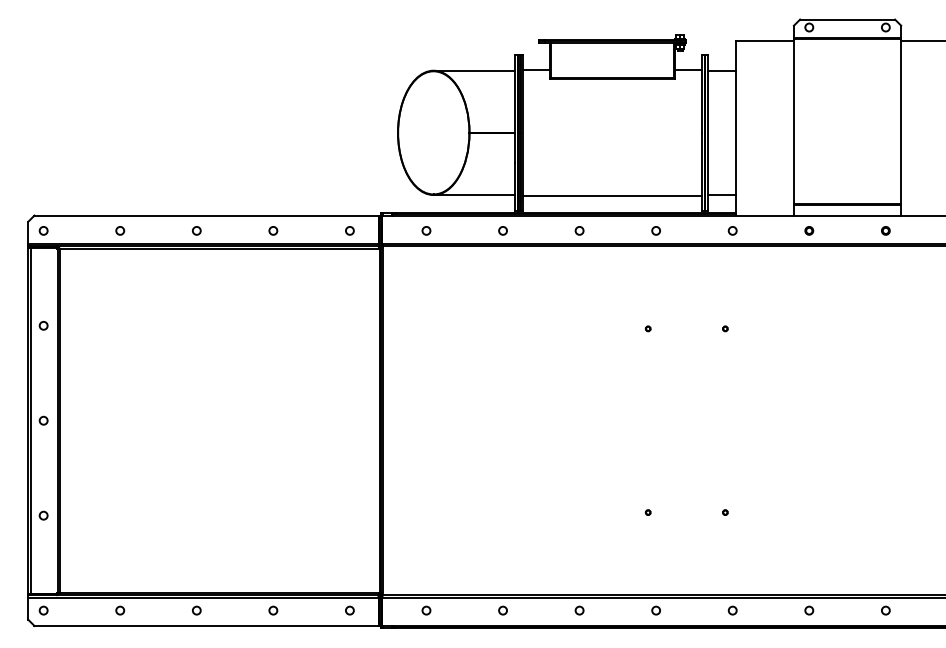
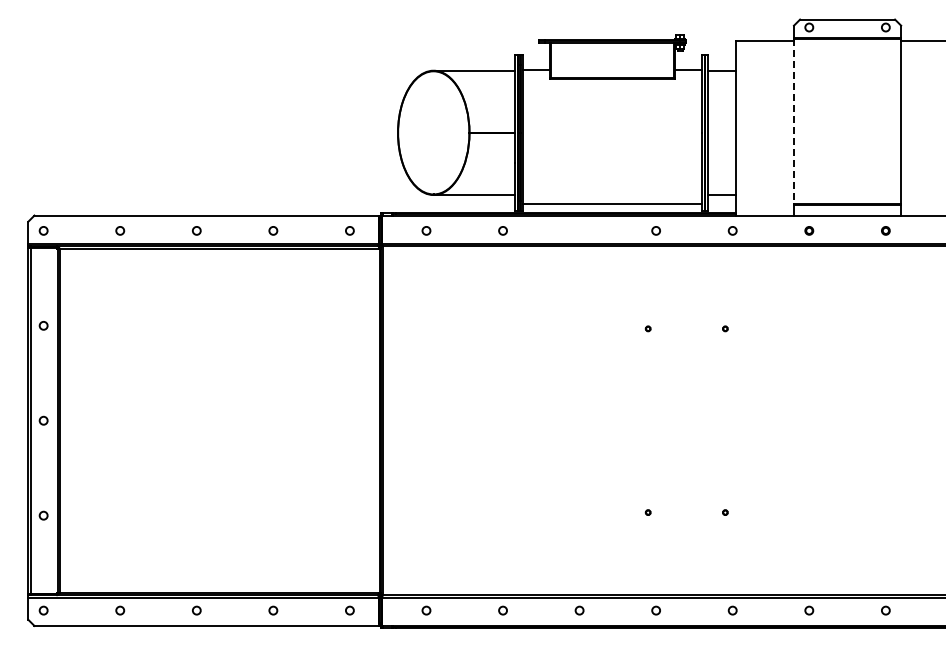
line at (793, 122): solid -> dashed
line at (612, 195) position: (612, 195) -> (612, 203)
circle at (579, 230): present -> none
